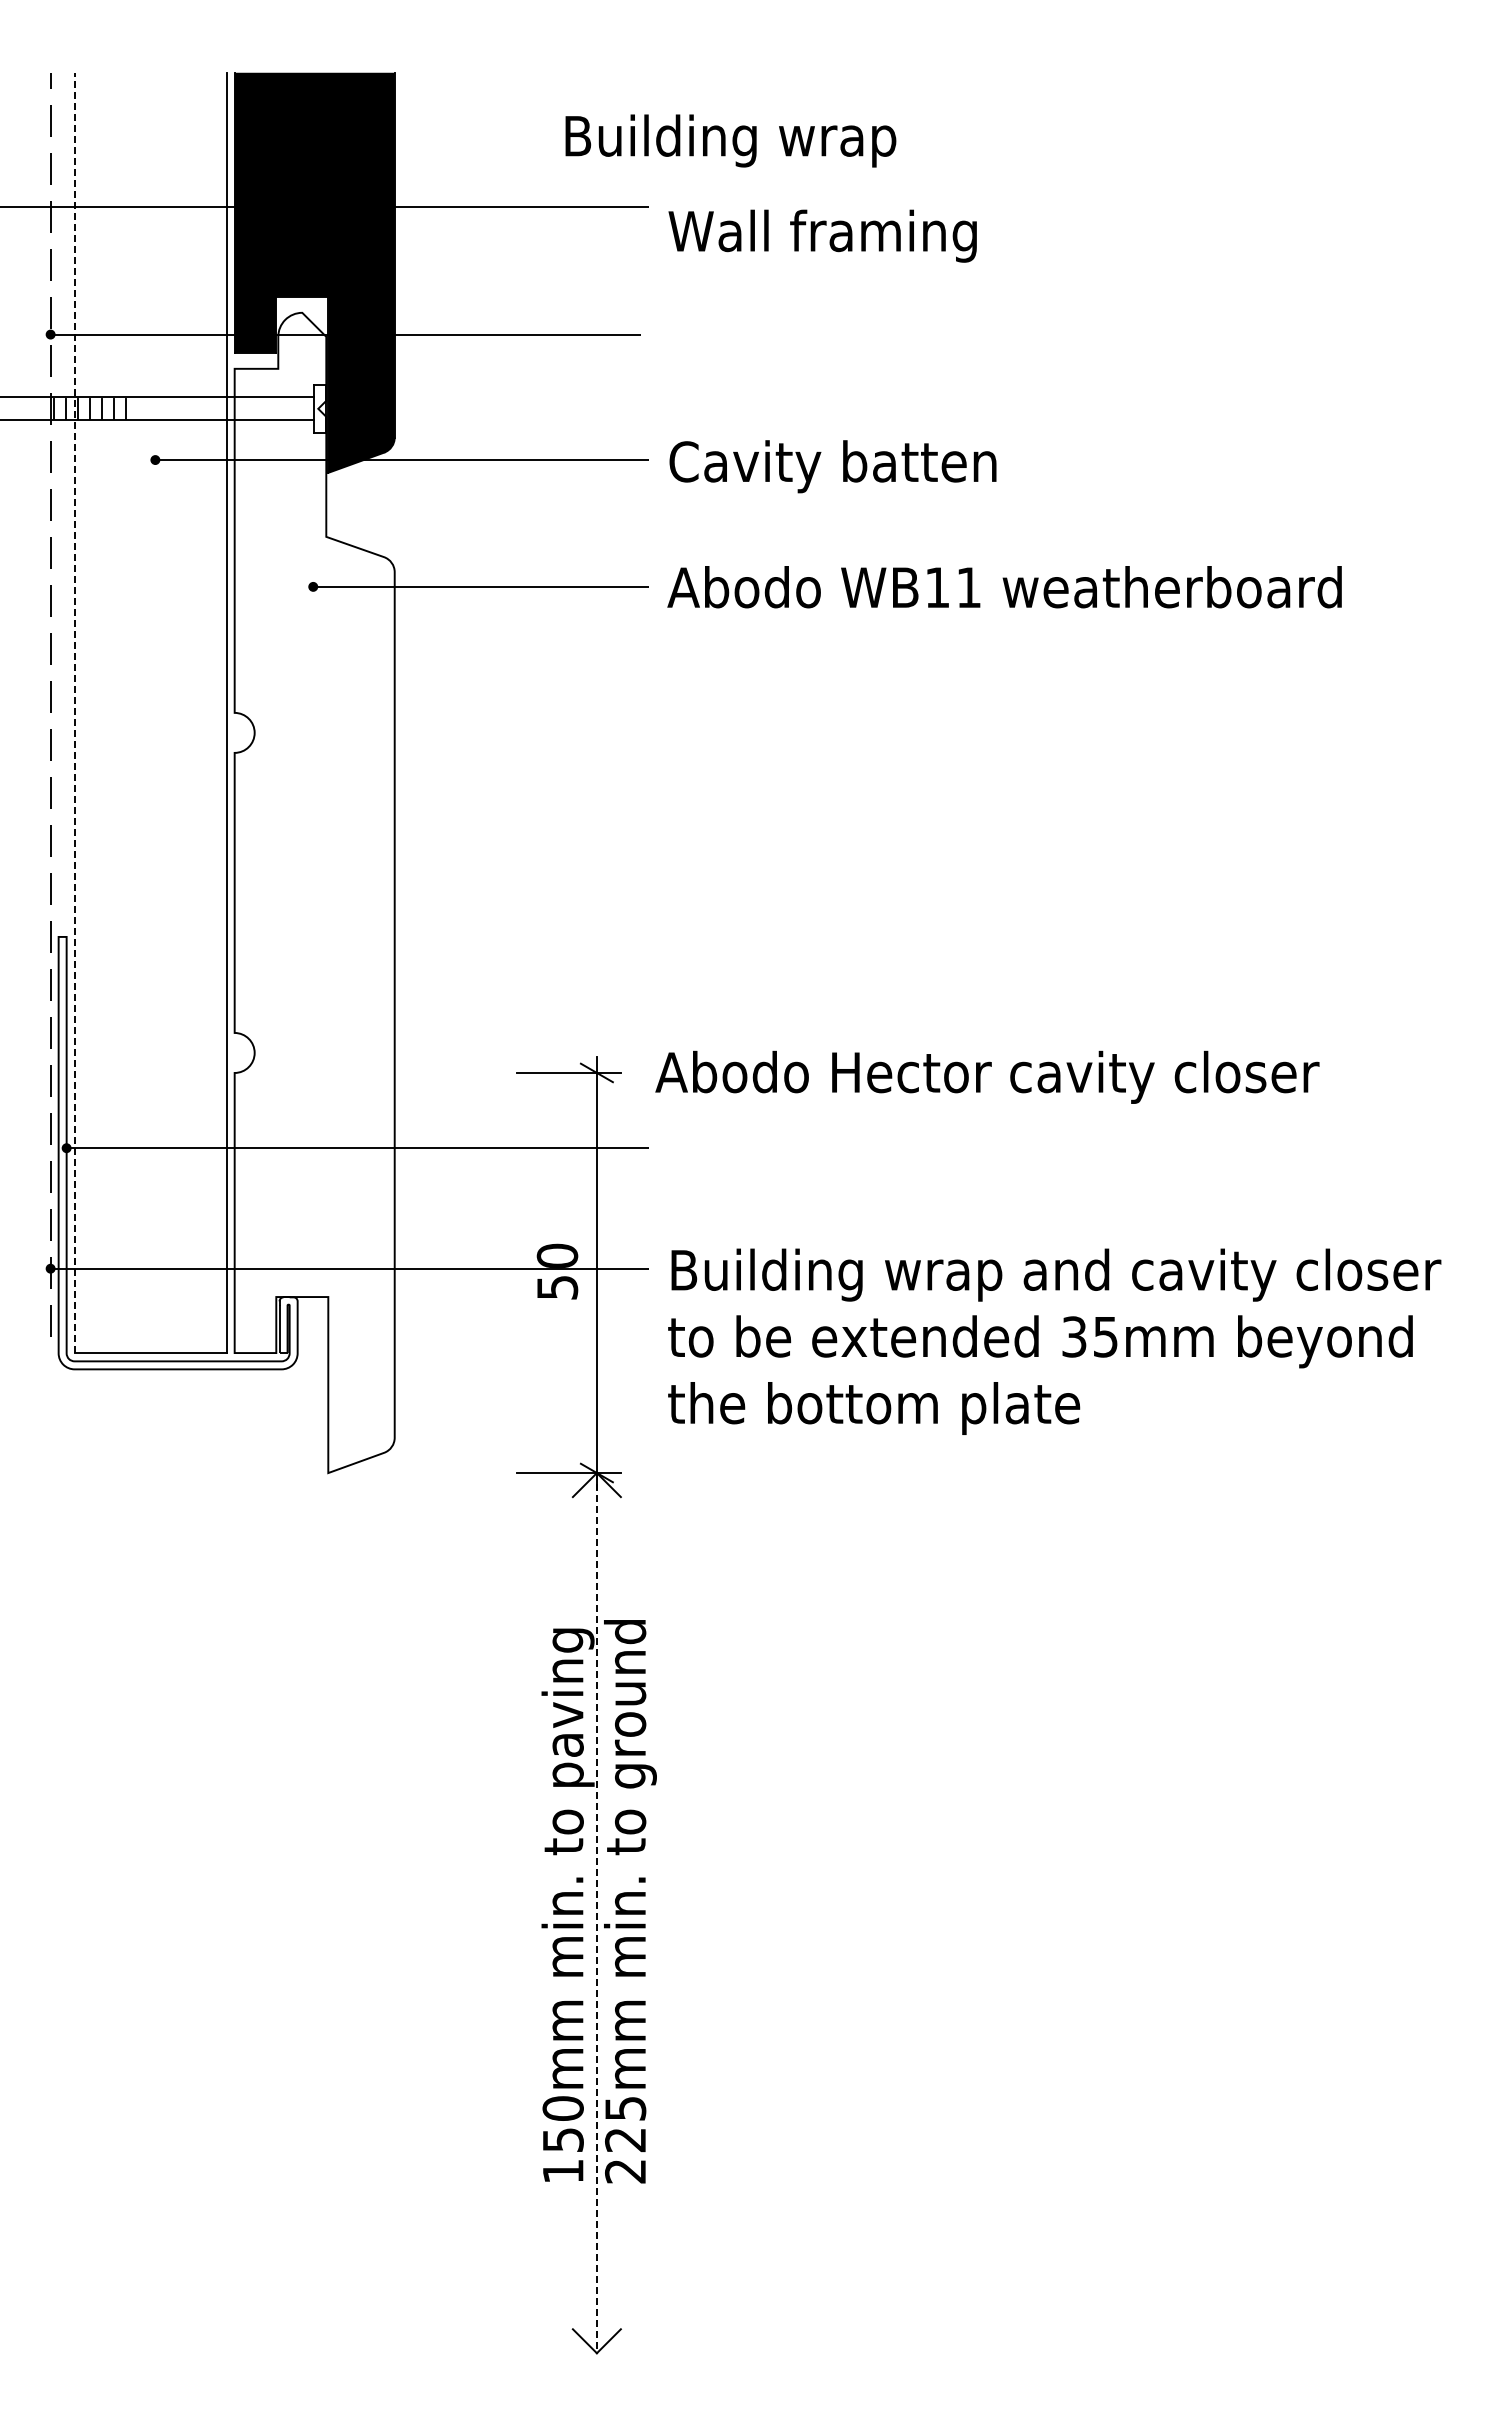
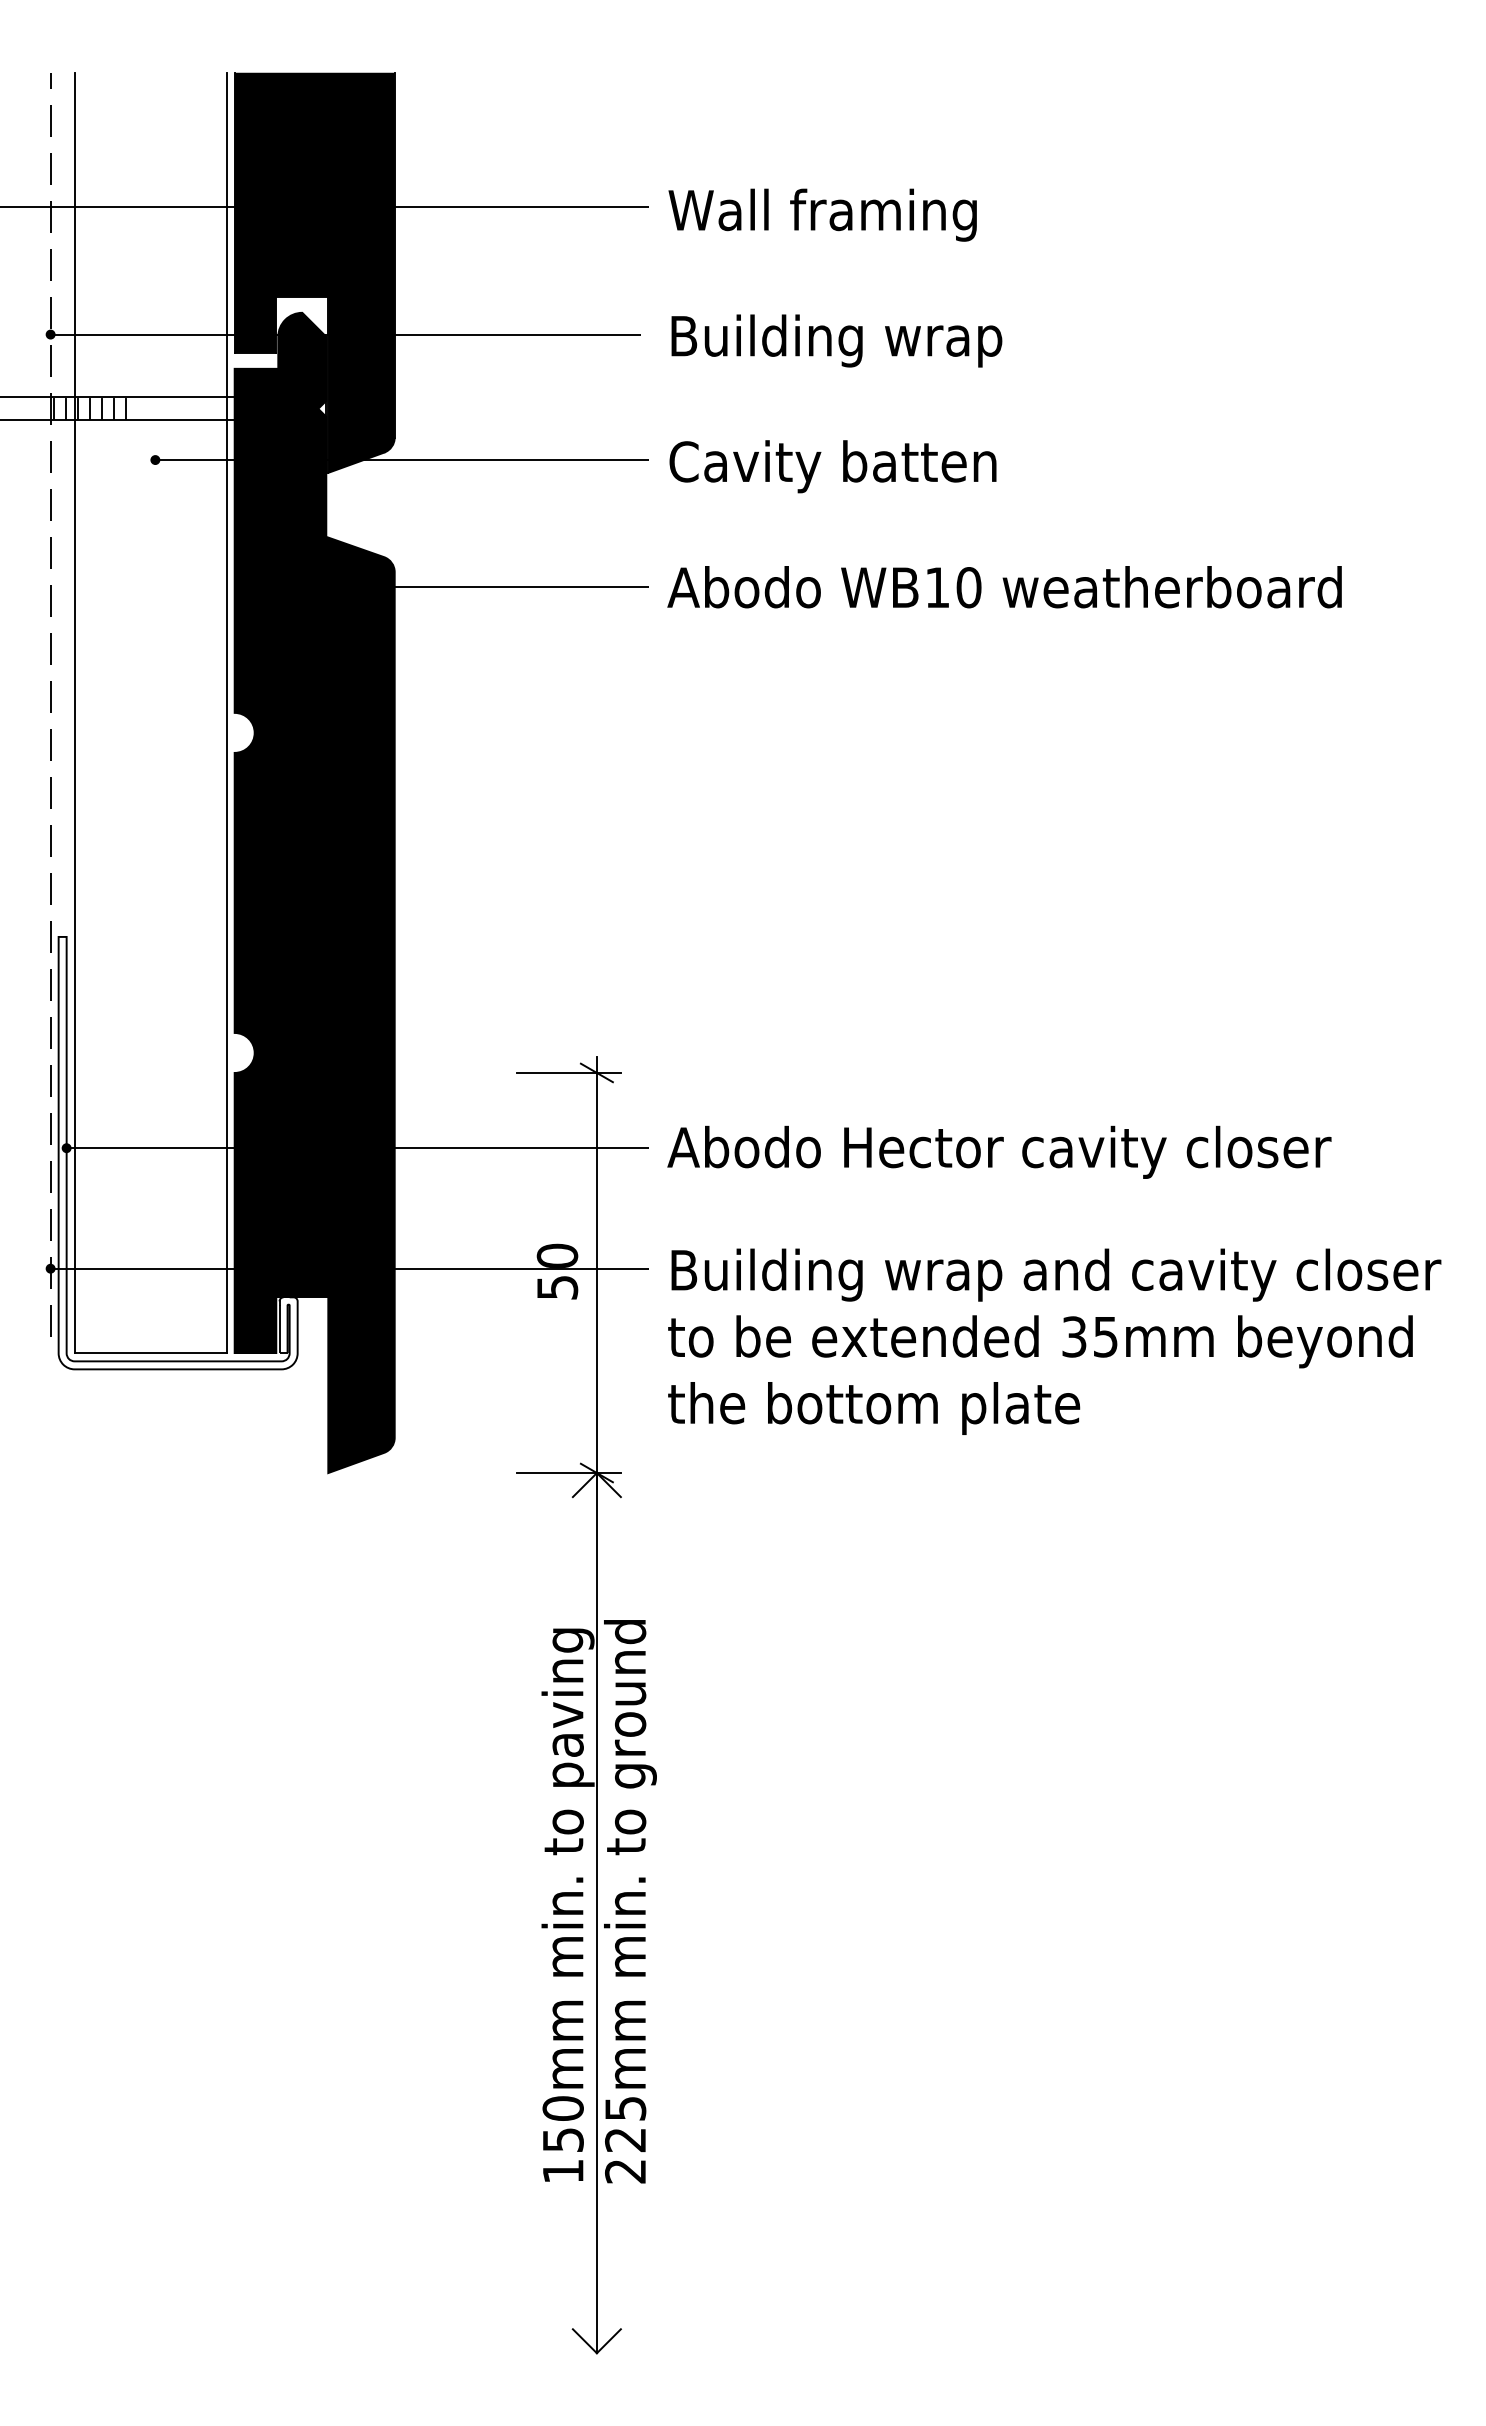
text at (730, 140) position: (730, 140) -> (836, 340)
text at (822, 235) position: (822, 235) -> (822, 214)
text at (968, 587): WB11 -> WB10
line at (74, 712): dashed -> solid
fill at (314, 892): none -> present
text at (987, 1076) position: (987, 1076) -> (999, 1151)
line at (596, 1913): dashed -> solid
